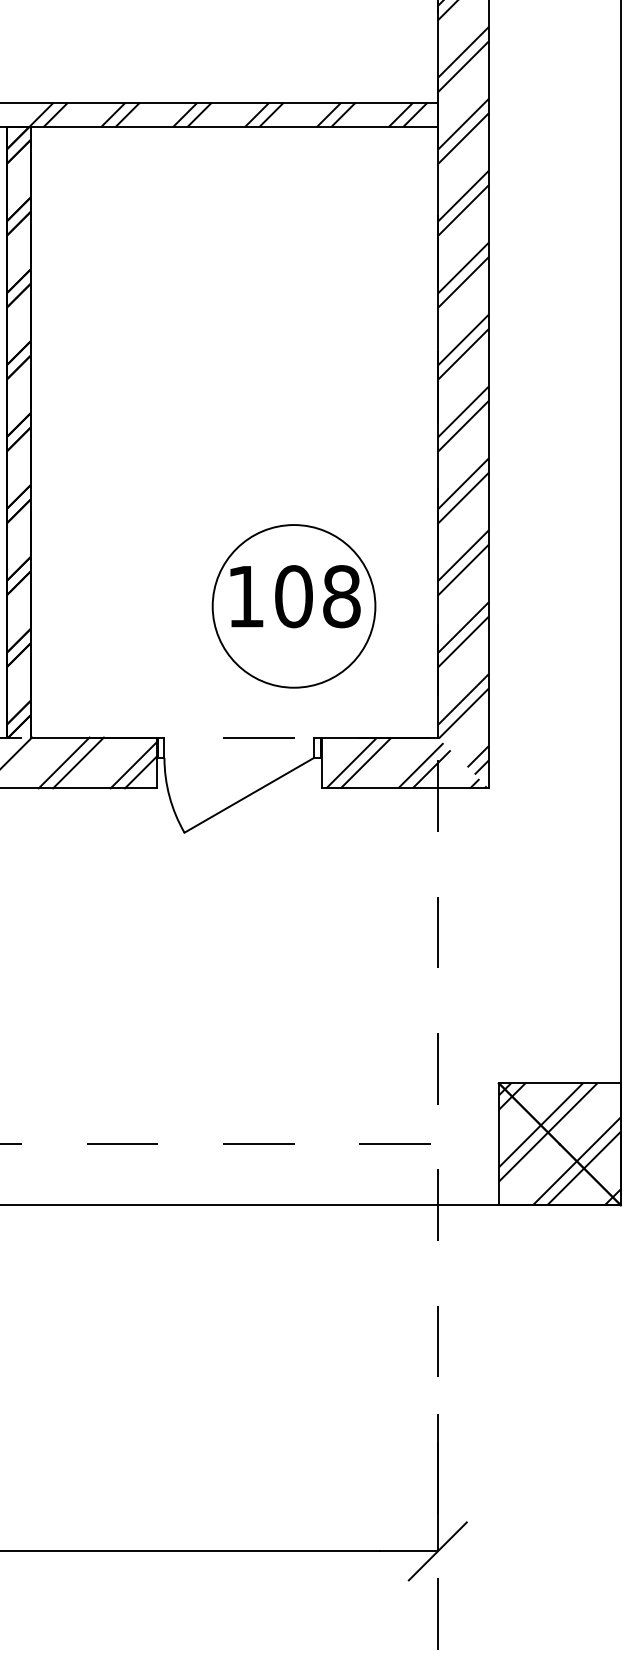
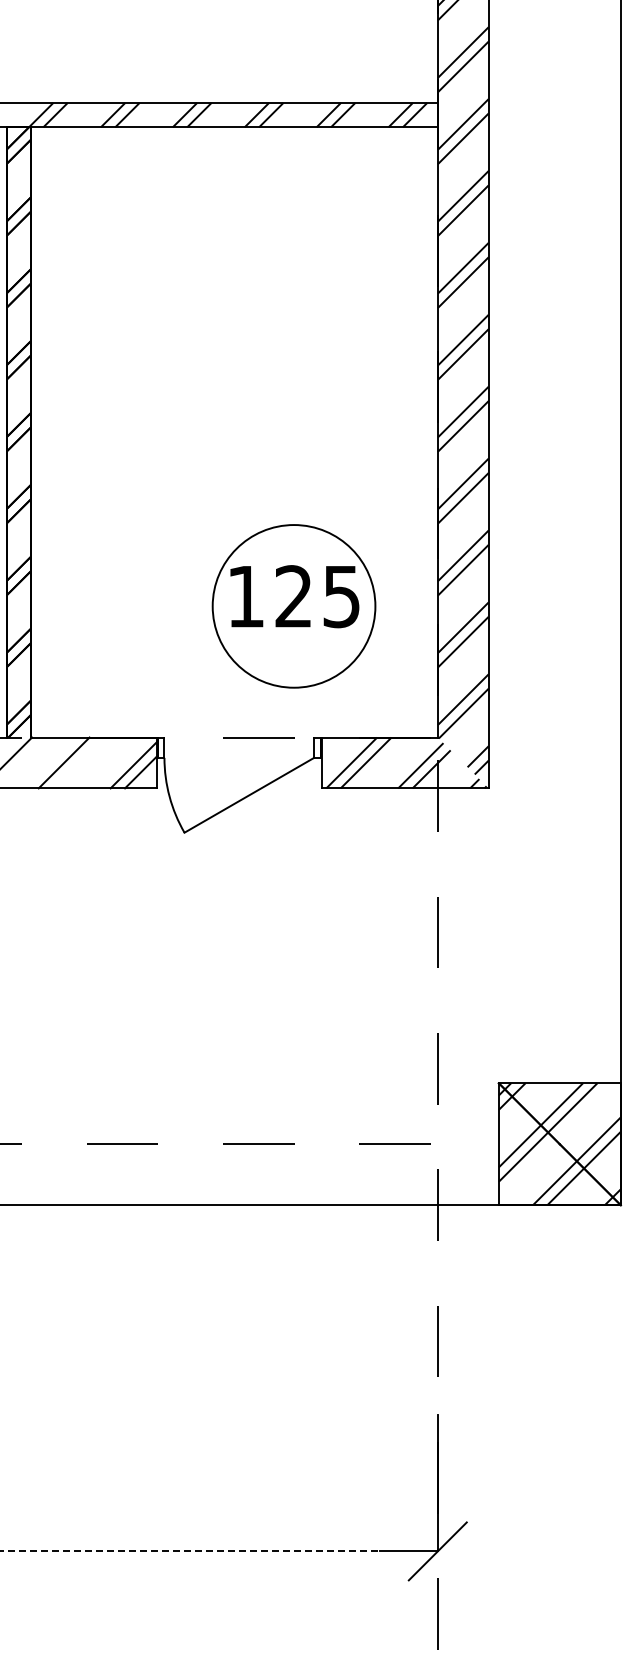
text at (317, 596): 108 -> 125
line at (78, 762): present -> none
line at (190, 1551): solid -> dashed
